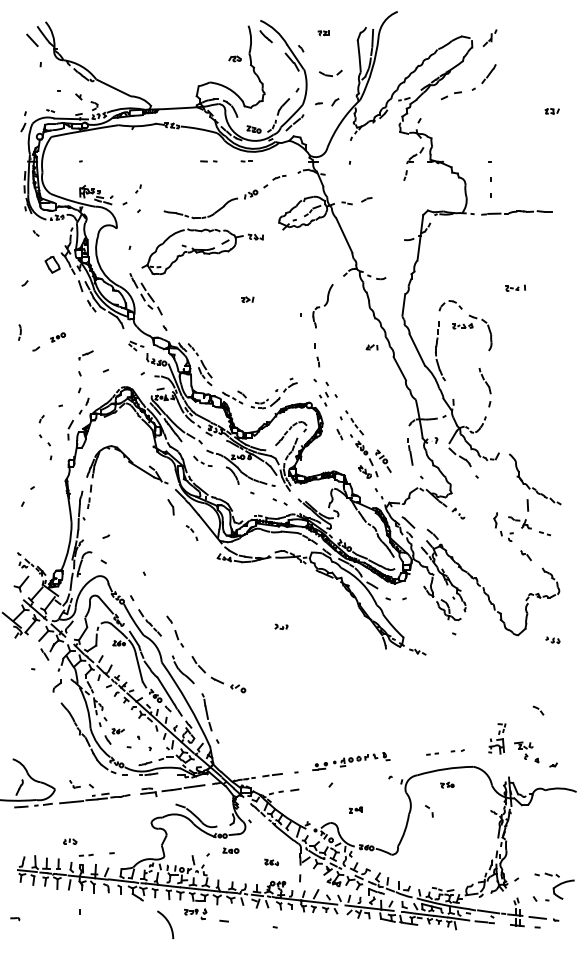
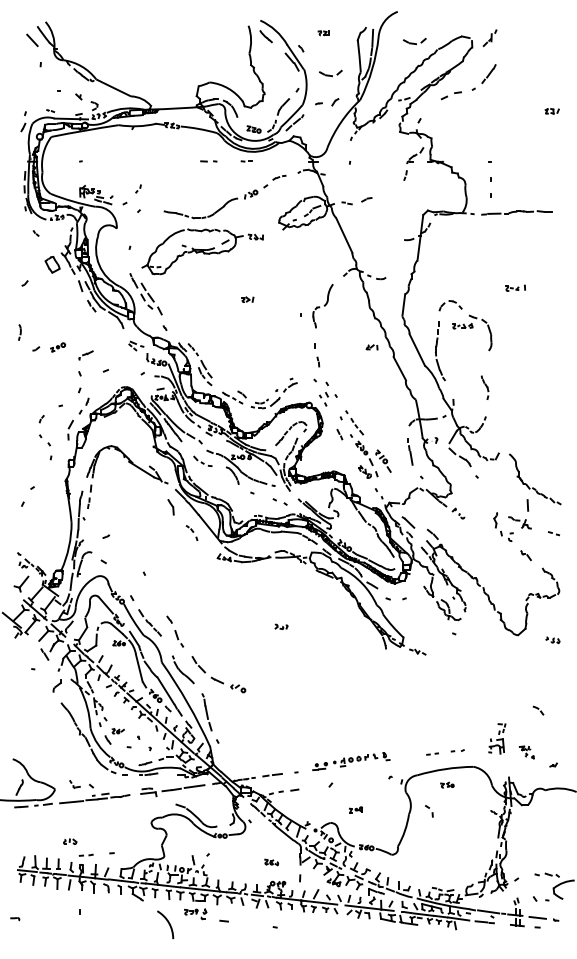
part at (414, 41): none -> present
part at (234, 58): present -> none
part at (57, 337) position: (57, 337) -> (57, 347)
part at (484, 387) size: 14x40 px -> 10x25 px
part at (544, 533) position: (544, 533) -> (553, 533)
part at (526, 752) size: 26x23 px -> 17x15 px
part at (230, 850): present -> none
